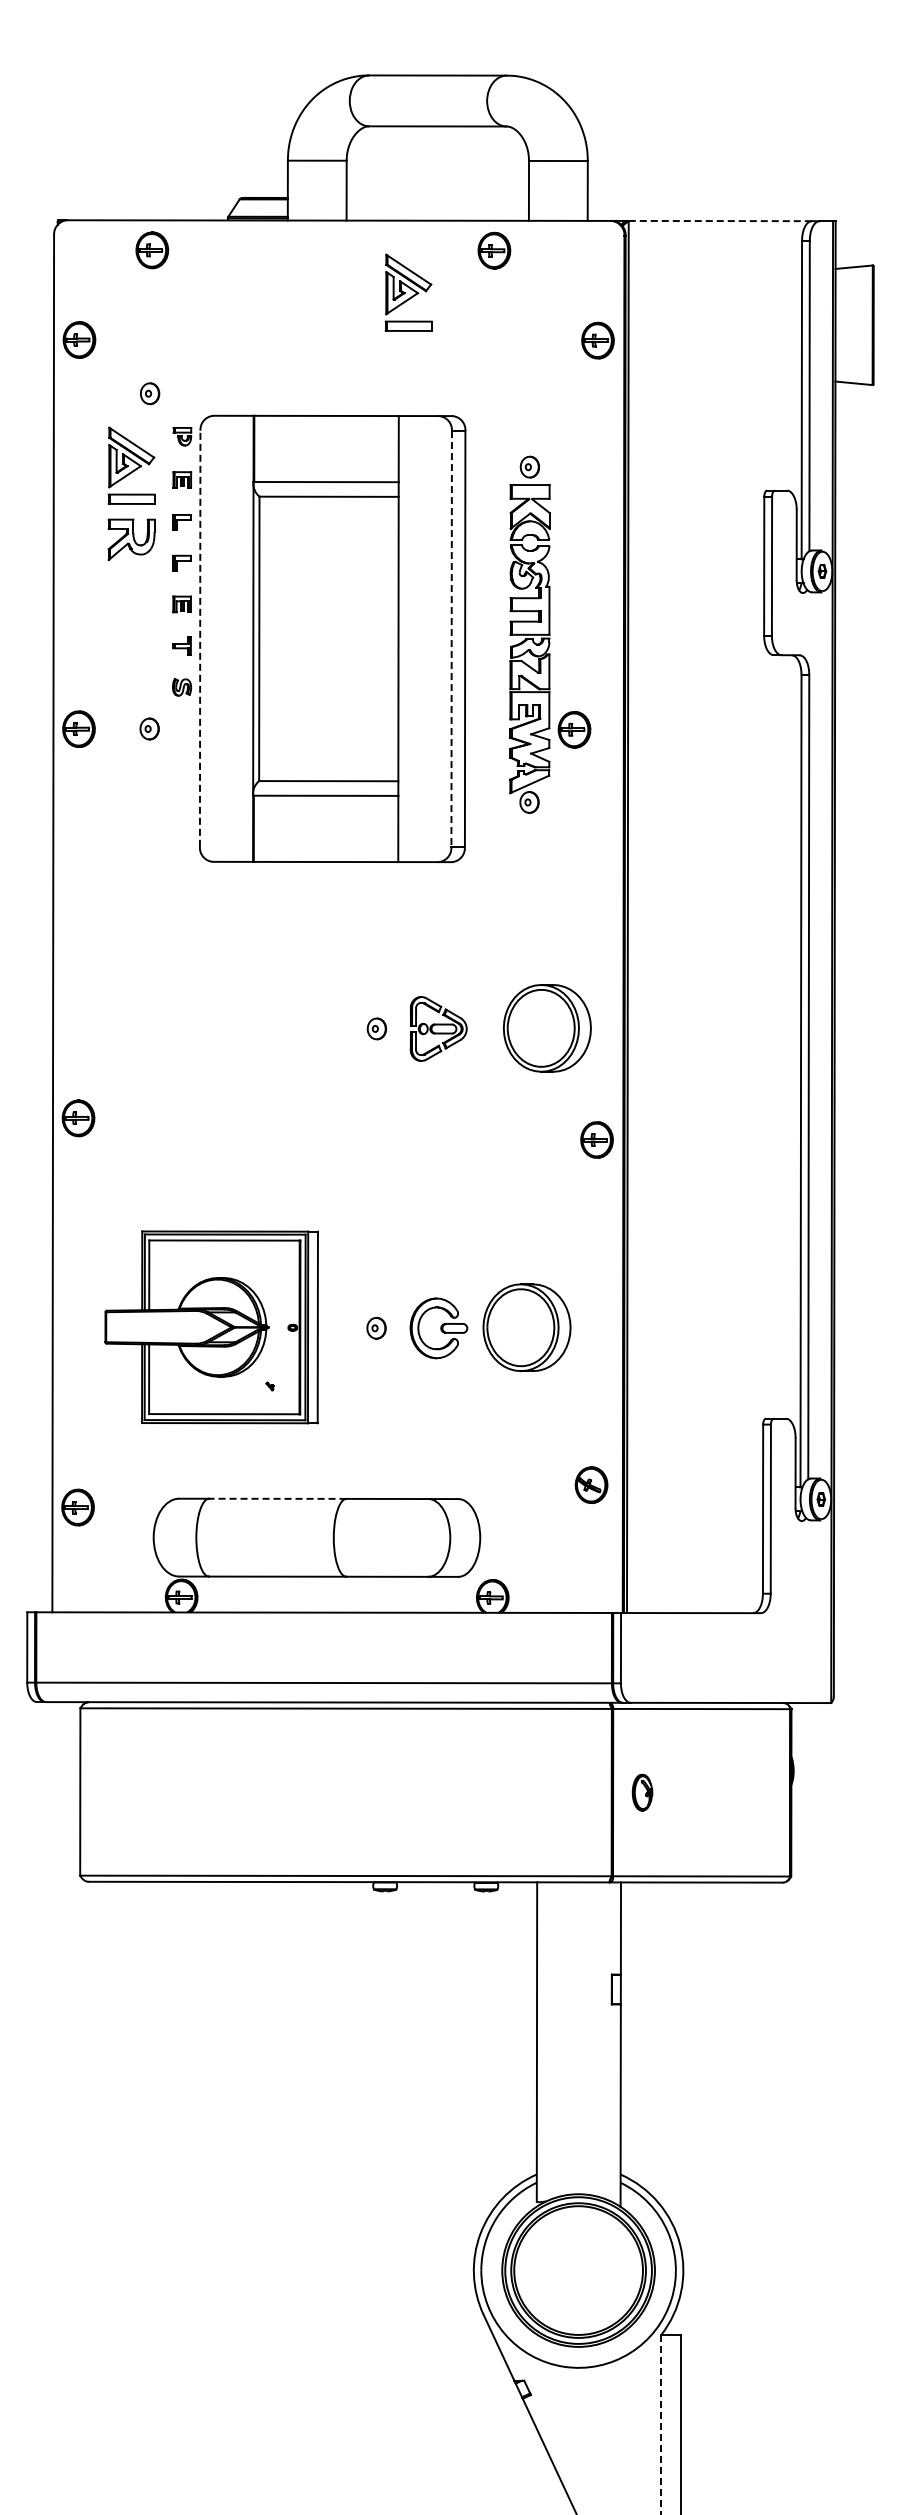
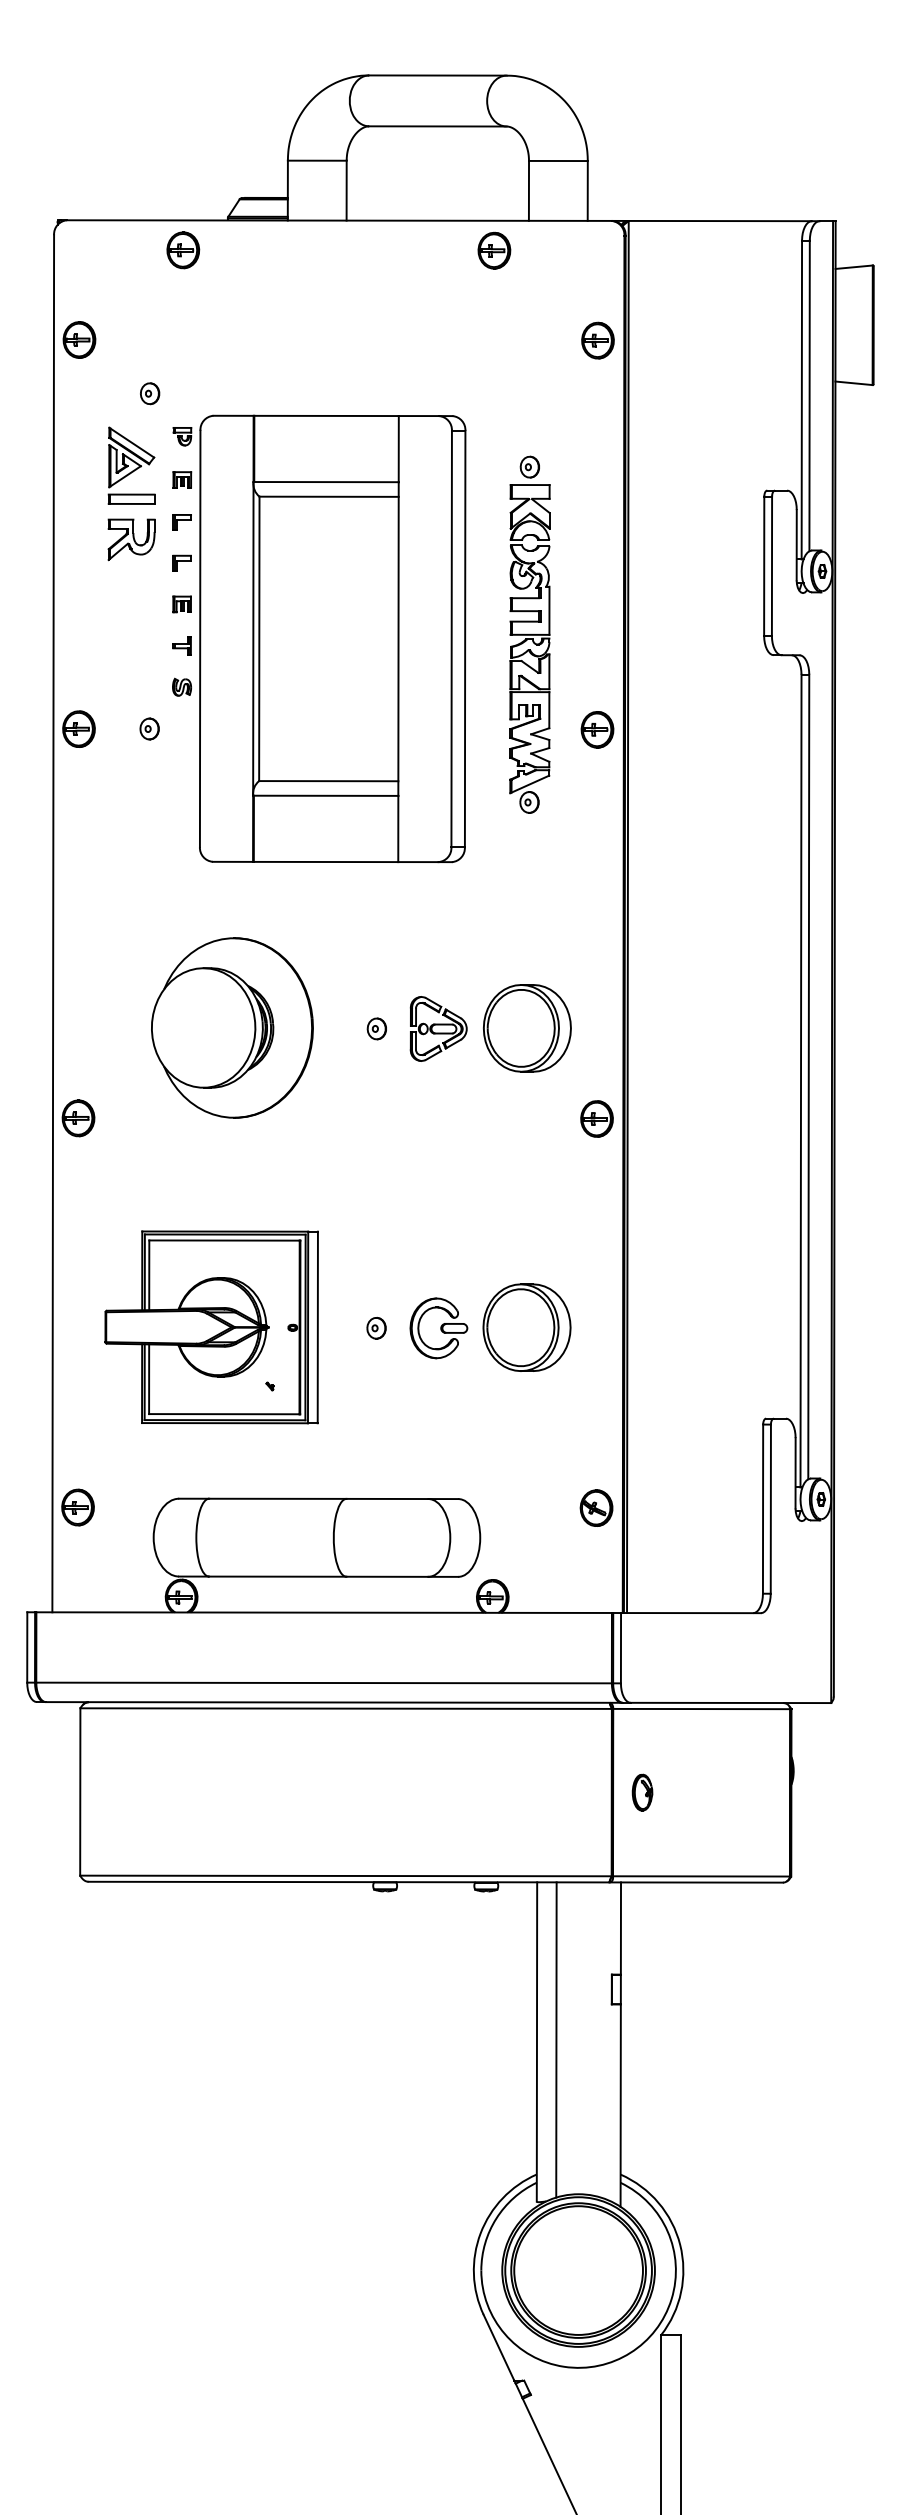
line at (720, 221): dashed -> solid
part at (152, 250) position: (152, 250) -> (183, 250)
part at (408, 292): present -> none
line at (200, 638): dashed -> solid
line at (451, 639): dashed -> solid
part at (574, 729) position: (574, 729) -> (597, 729)
part at (232, 1027): none -> present
part at (547, 1028) position: (547, 1028) -> (527, 1028)
part at (596, 1139) position: (596, 1139) -> (596, 1118)
part at (591, 1484) position: (591, 1484) -> (596, 1507)
line at (277, 1498): dashed -> solid
line at (556, 2039): none -> present
line at (661, 2424): dashed -> solid
